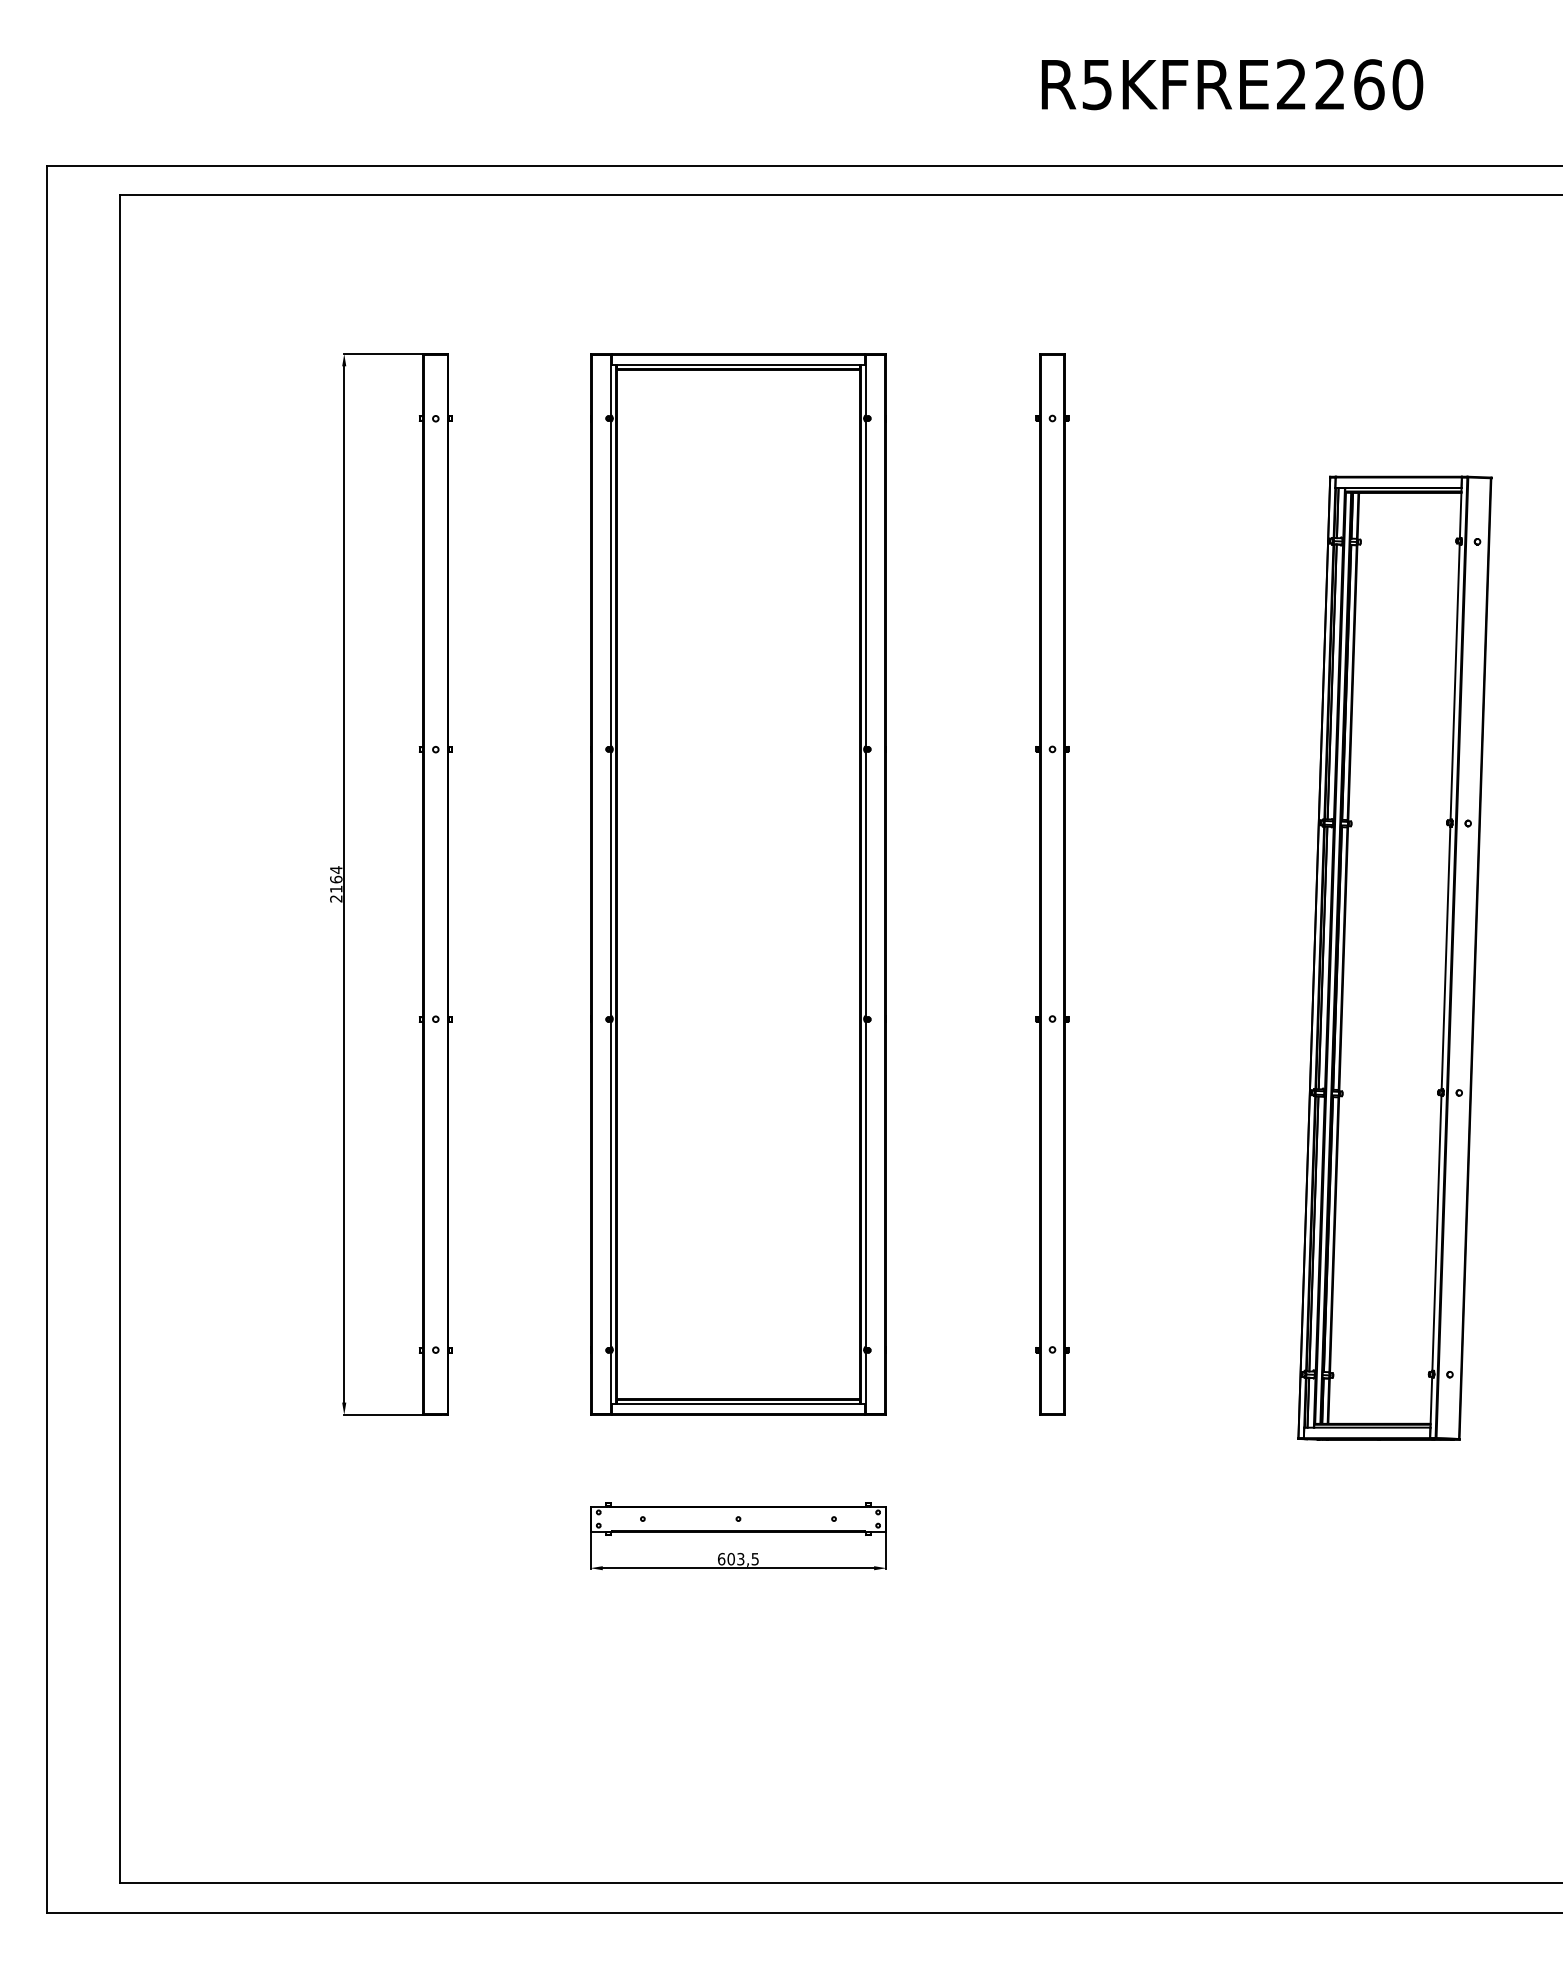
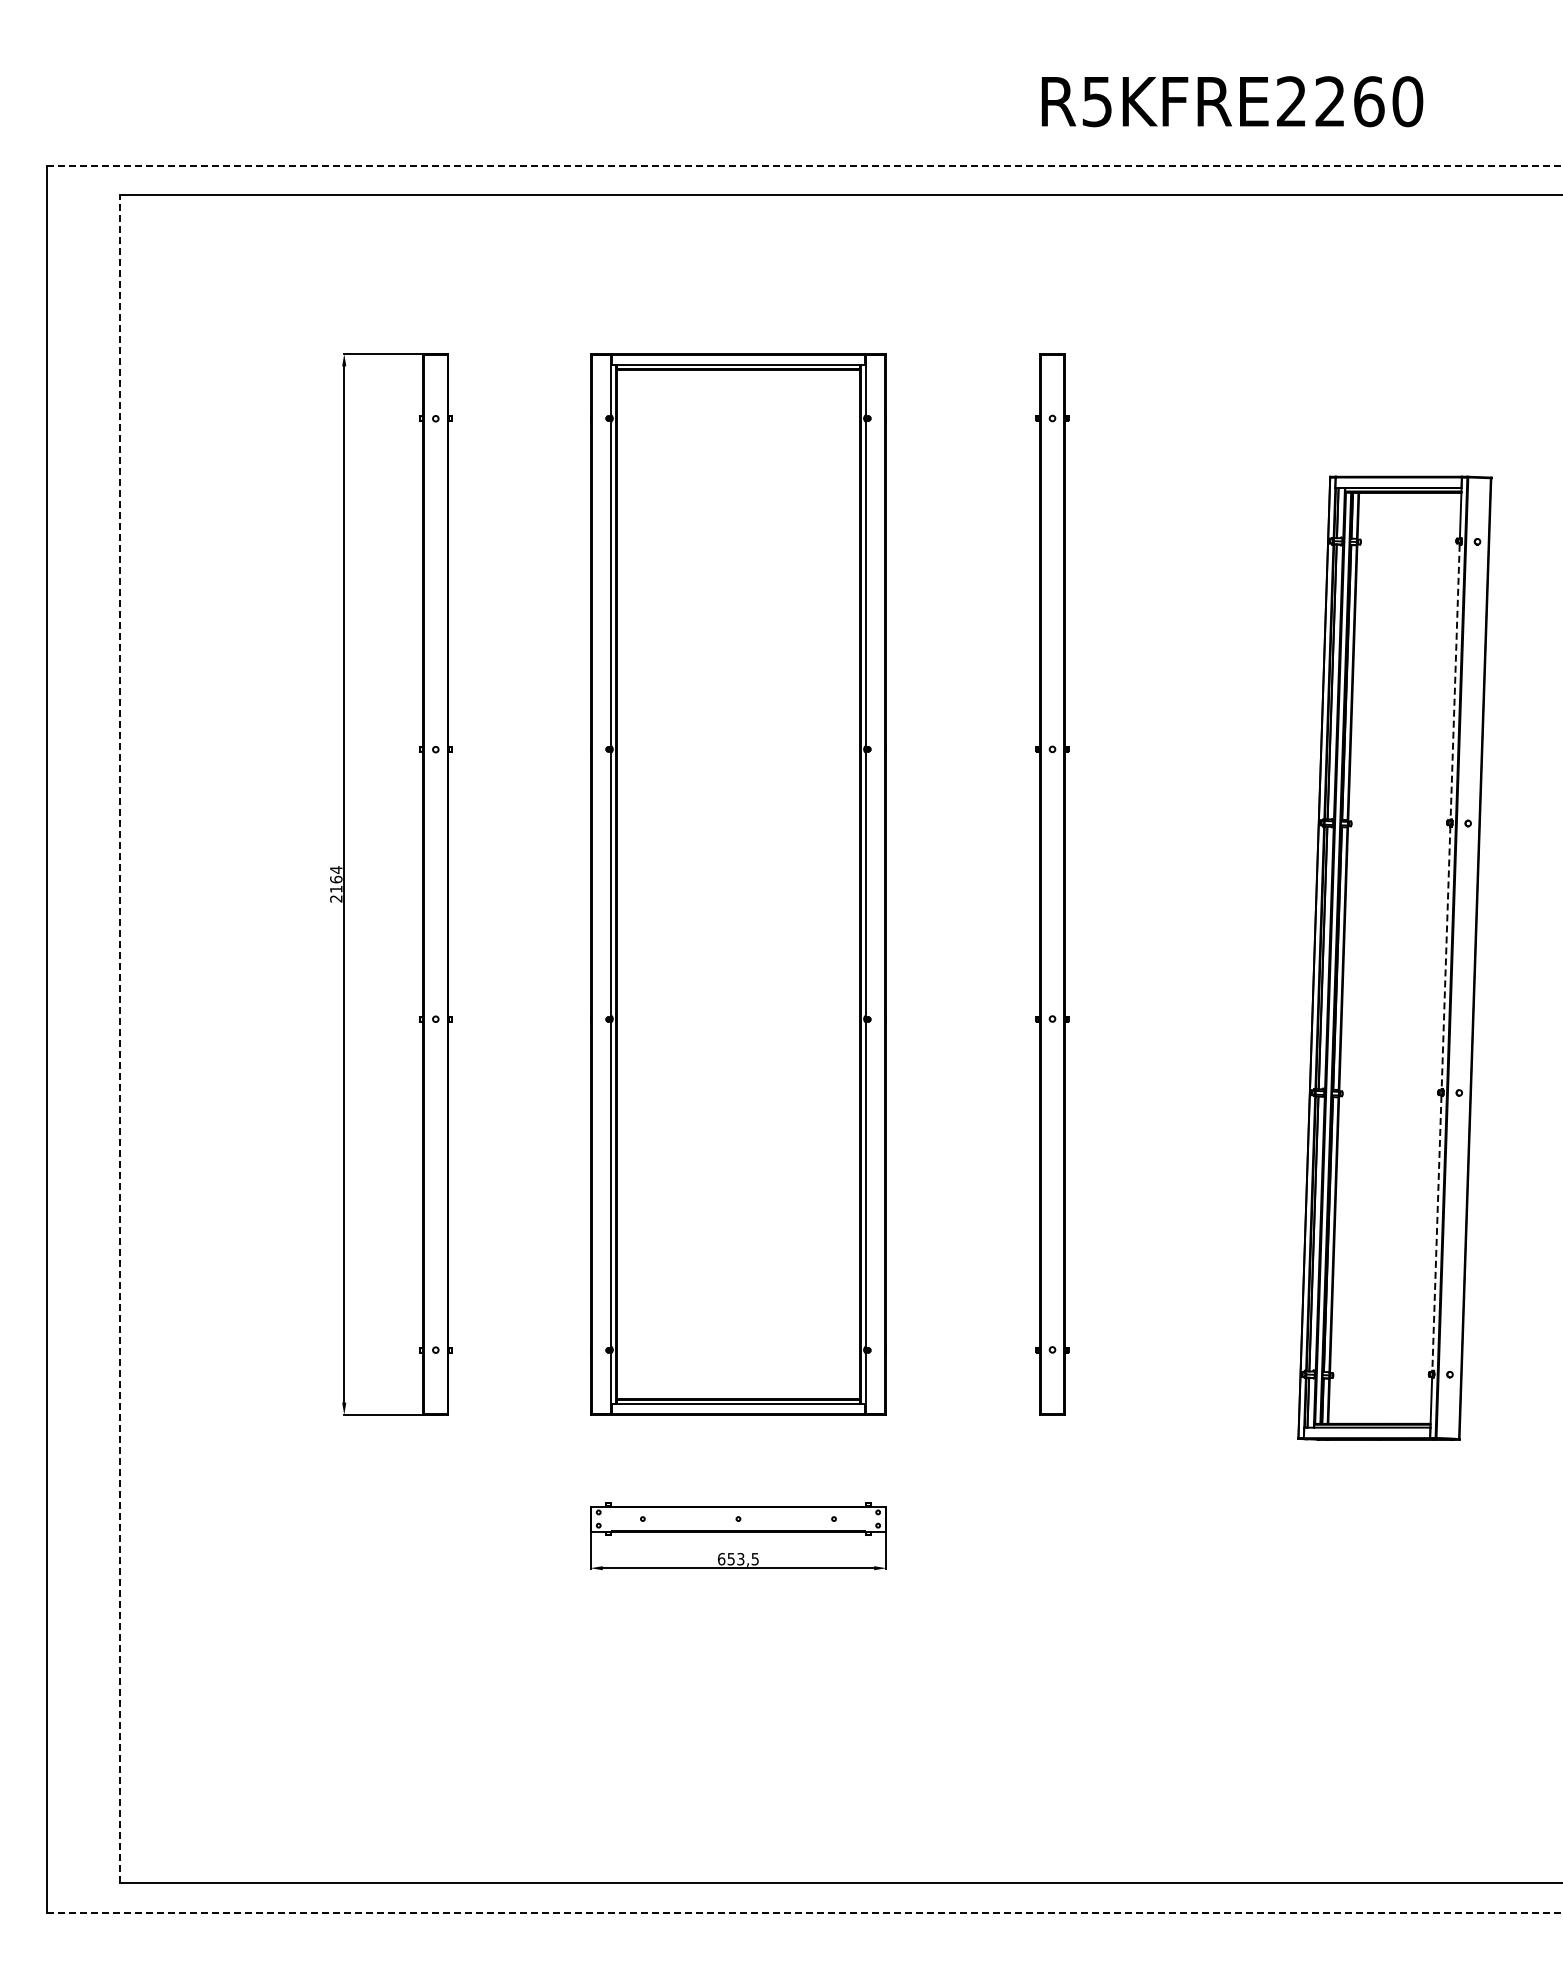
text at (1232, 84) position: (1232, 84) -> (1232, 101)
line at (804, 165): solid -> dashed
line at (1455, 682): solid -> dashed
line at (1446, 958): solid -> dashed
line at (120, 1038): solid -> dashed
line at (1436, 1233): solid -> dashed
text at (730, 1558): 603,5 -> 653,5
line at (804, 1912): solid -> dashed
